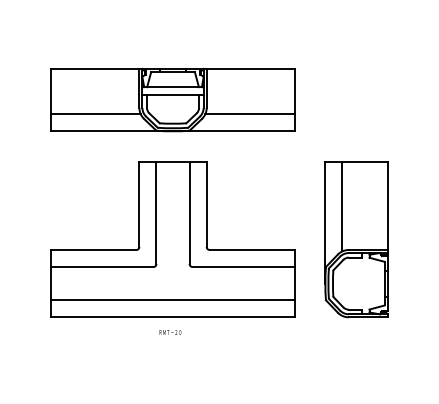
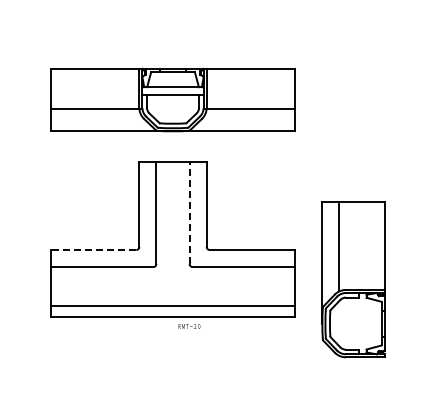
line at (95, 114) position: (95, 114) -> (95, 109)
line at (249, 114) position: (249, 114) -> (249, 109)
line at (189, 212): solid -> dashed
part at (356, 239) position: (356, 239) -> (353, 279)
line at (93, 250): solid -> dashed
line at (172, 300) position: (172, 300) -> (172, 306)
text at (170, 332) position: (170, 332) -> (189, 326)
